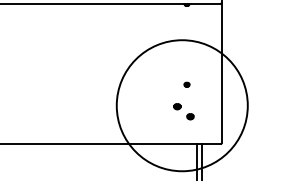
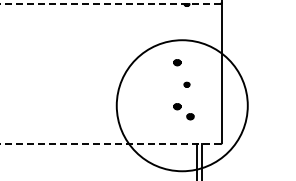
line at (110, 3): solid -> dashed
part at (177, 62): none -> present
line at (110, 144): solid -> dashed
